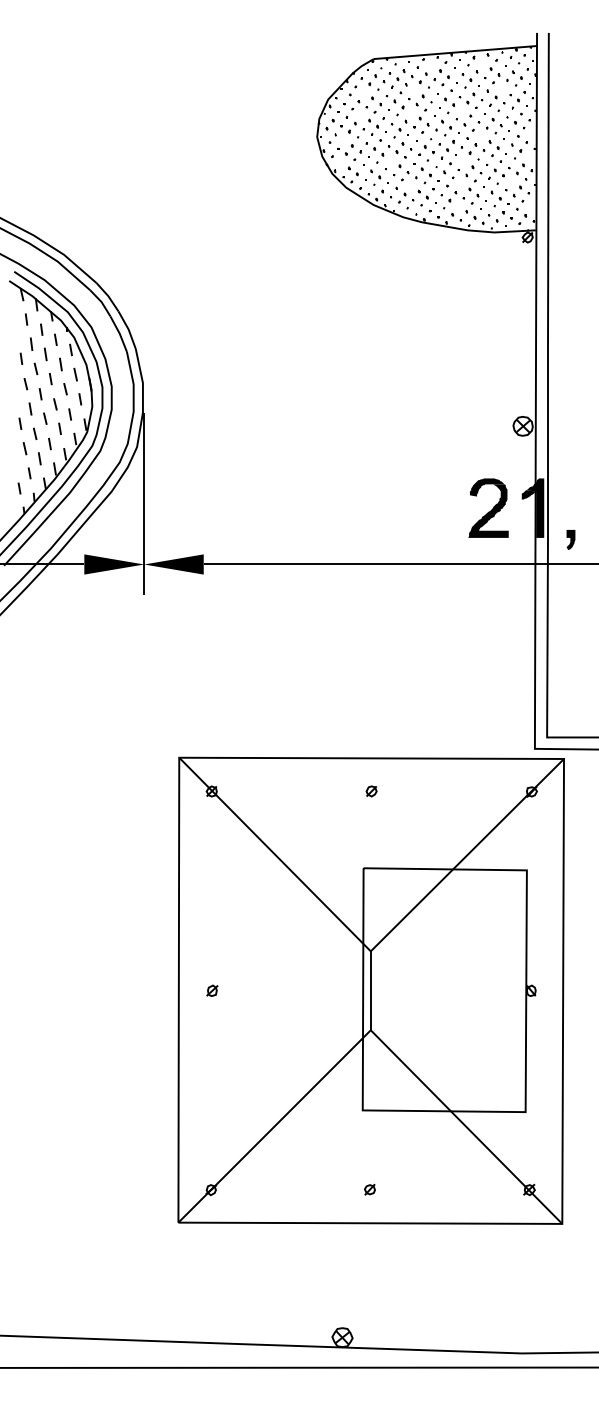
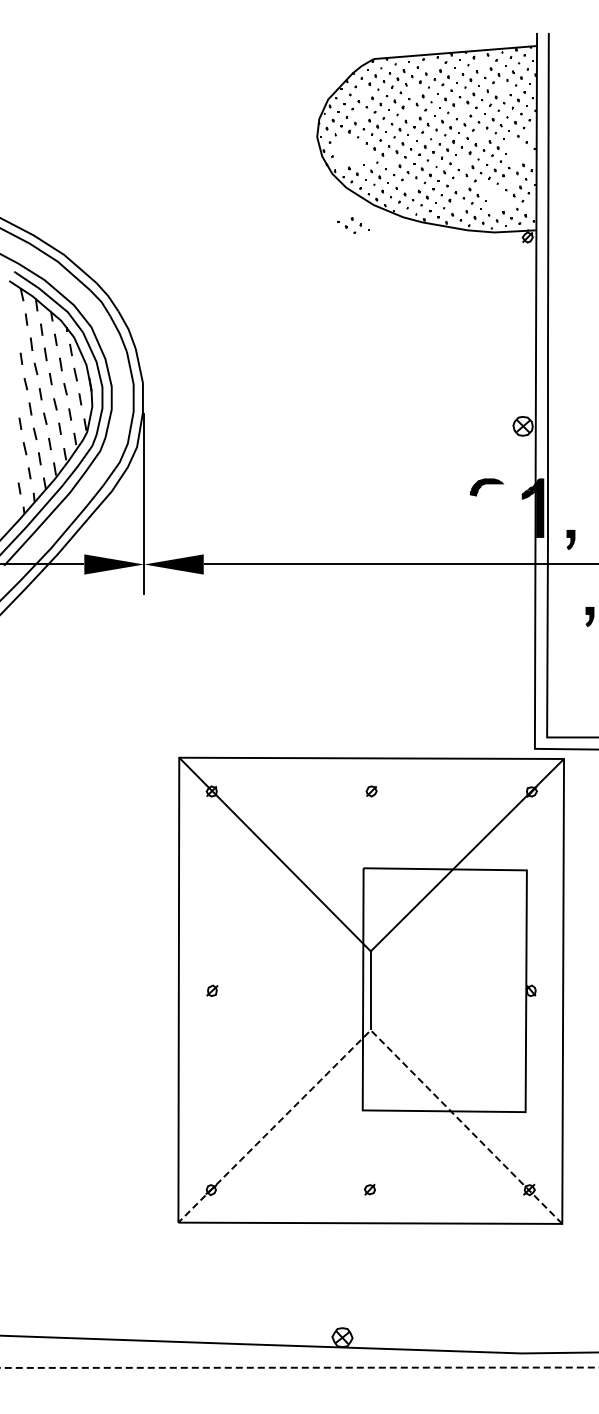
part at (516, 151): present -> none
part at (353, 152) position: (353, 152) -> (353, 225)
part at (496, 196): present -> none
fill at (488, 510): present -> none
part at (589, 616): none -> present
line at (370, 1030): solid -> dashed
line at (299, 1367): solid -> dashed
